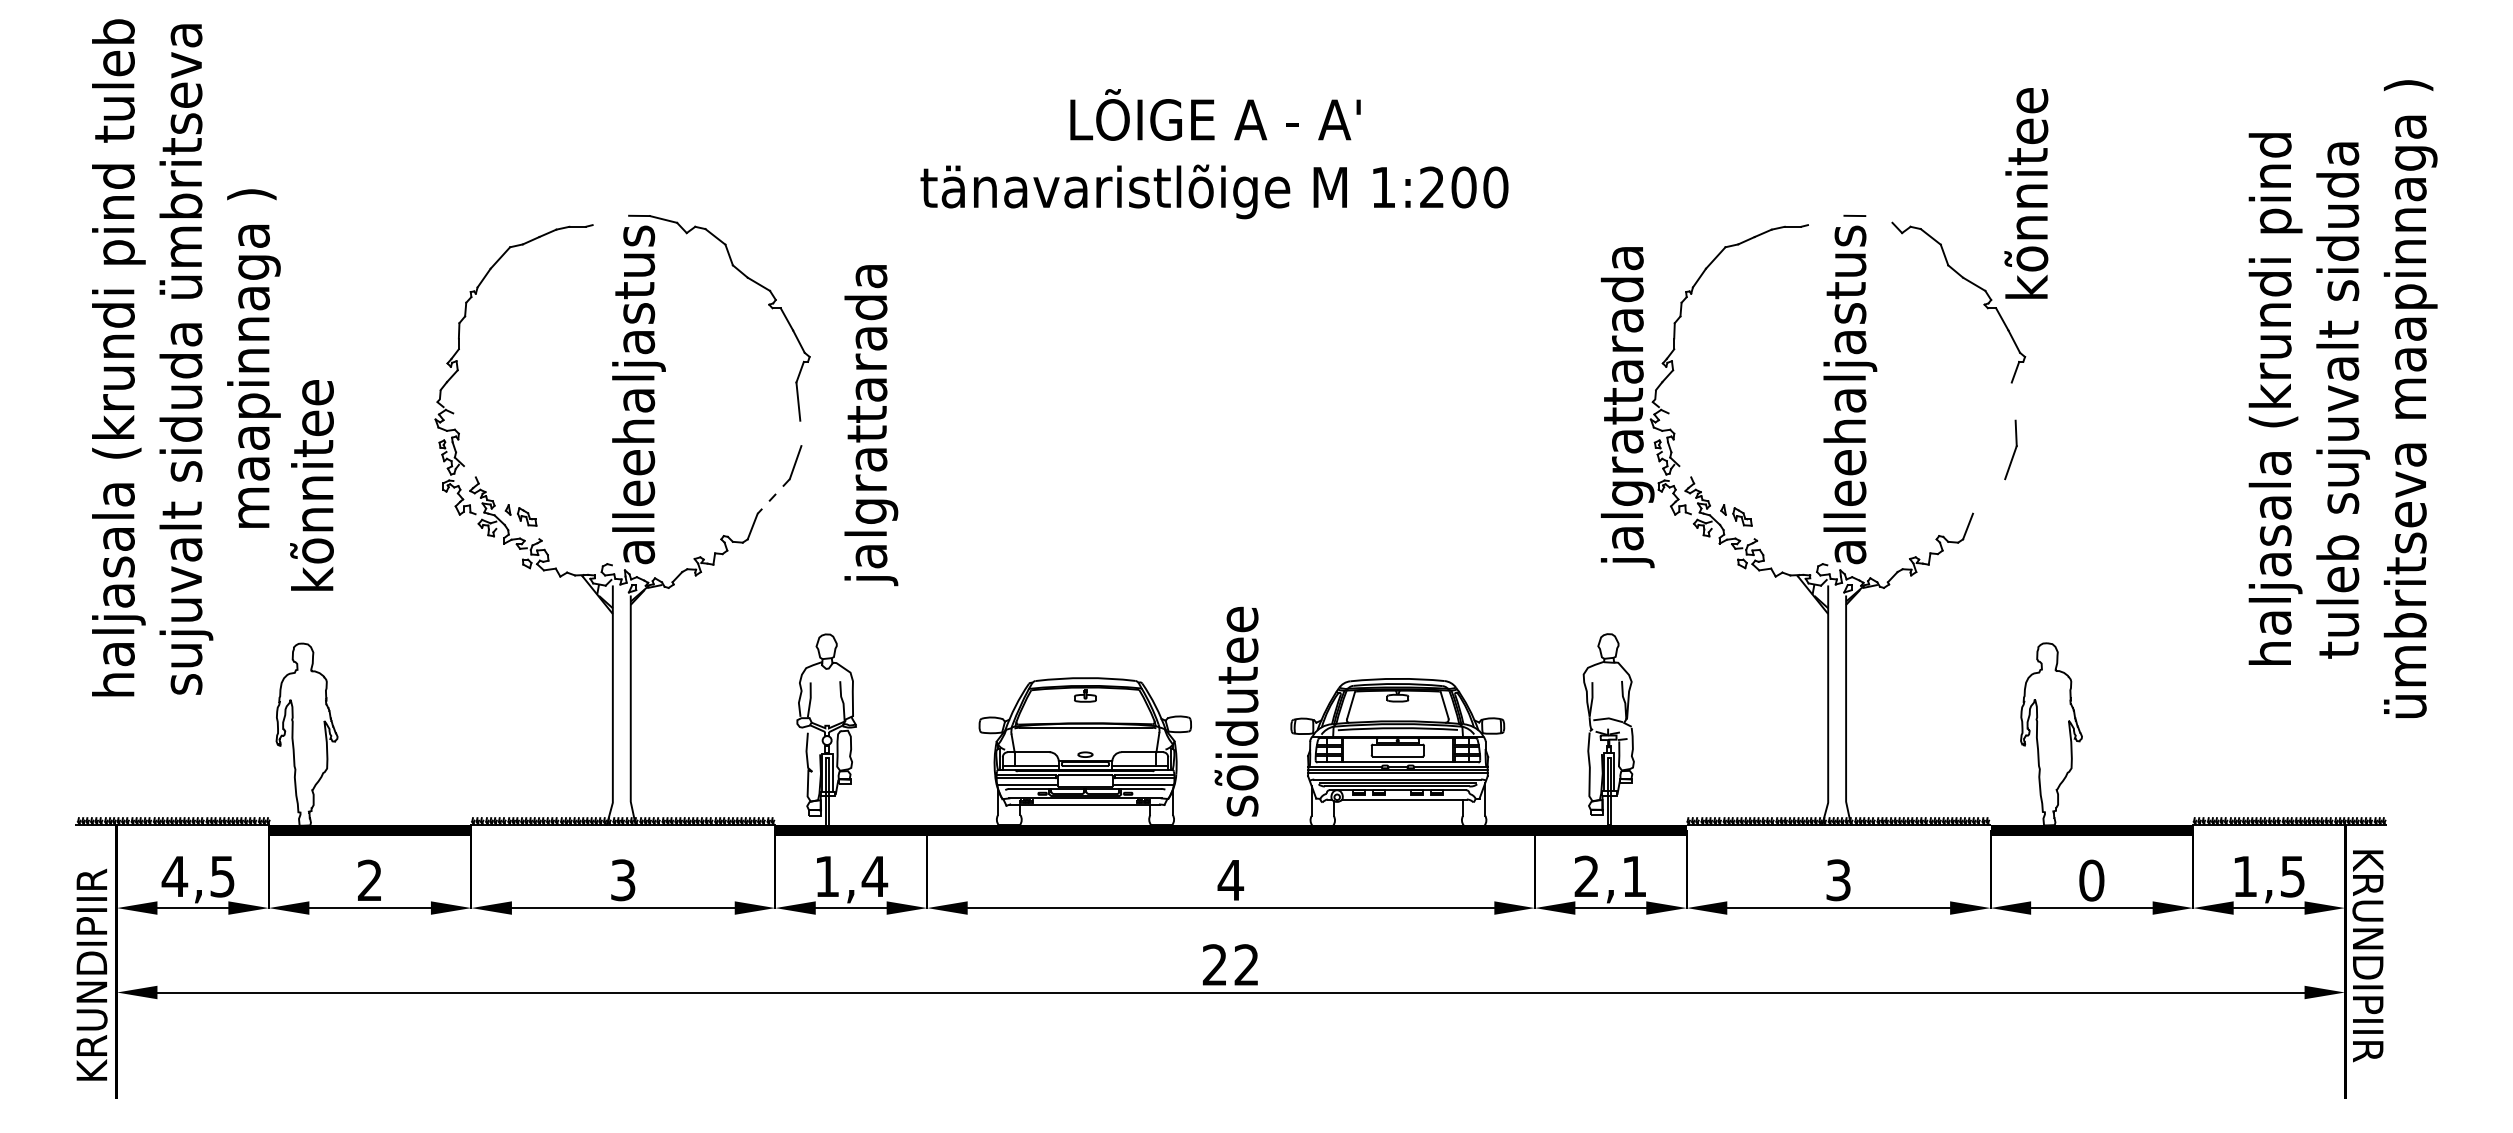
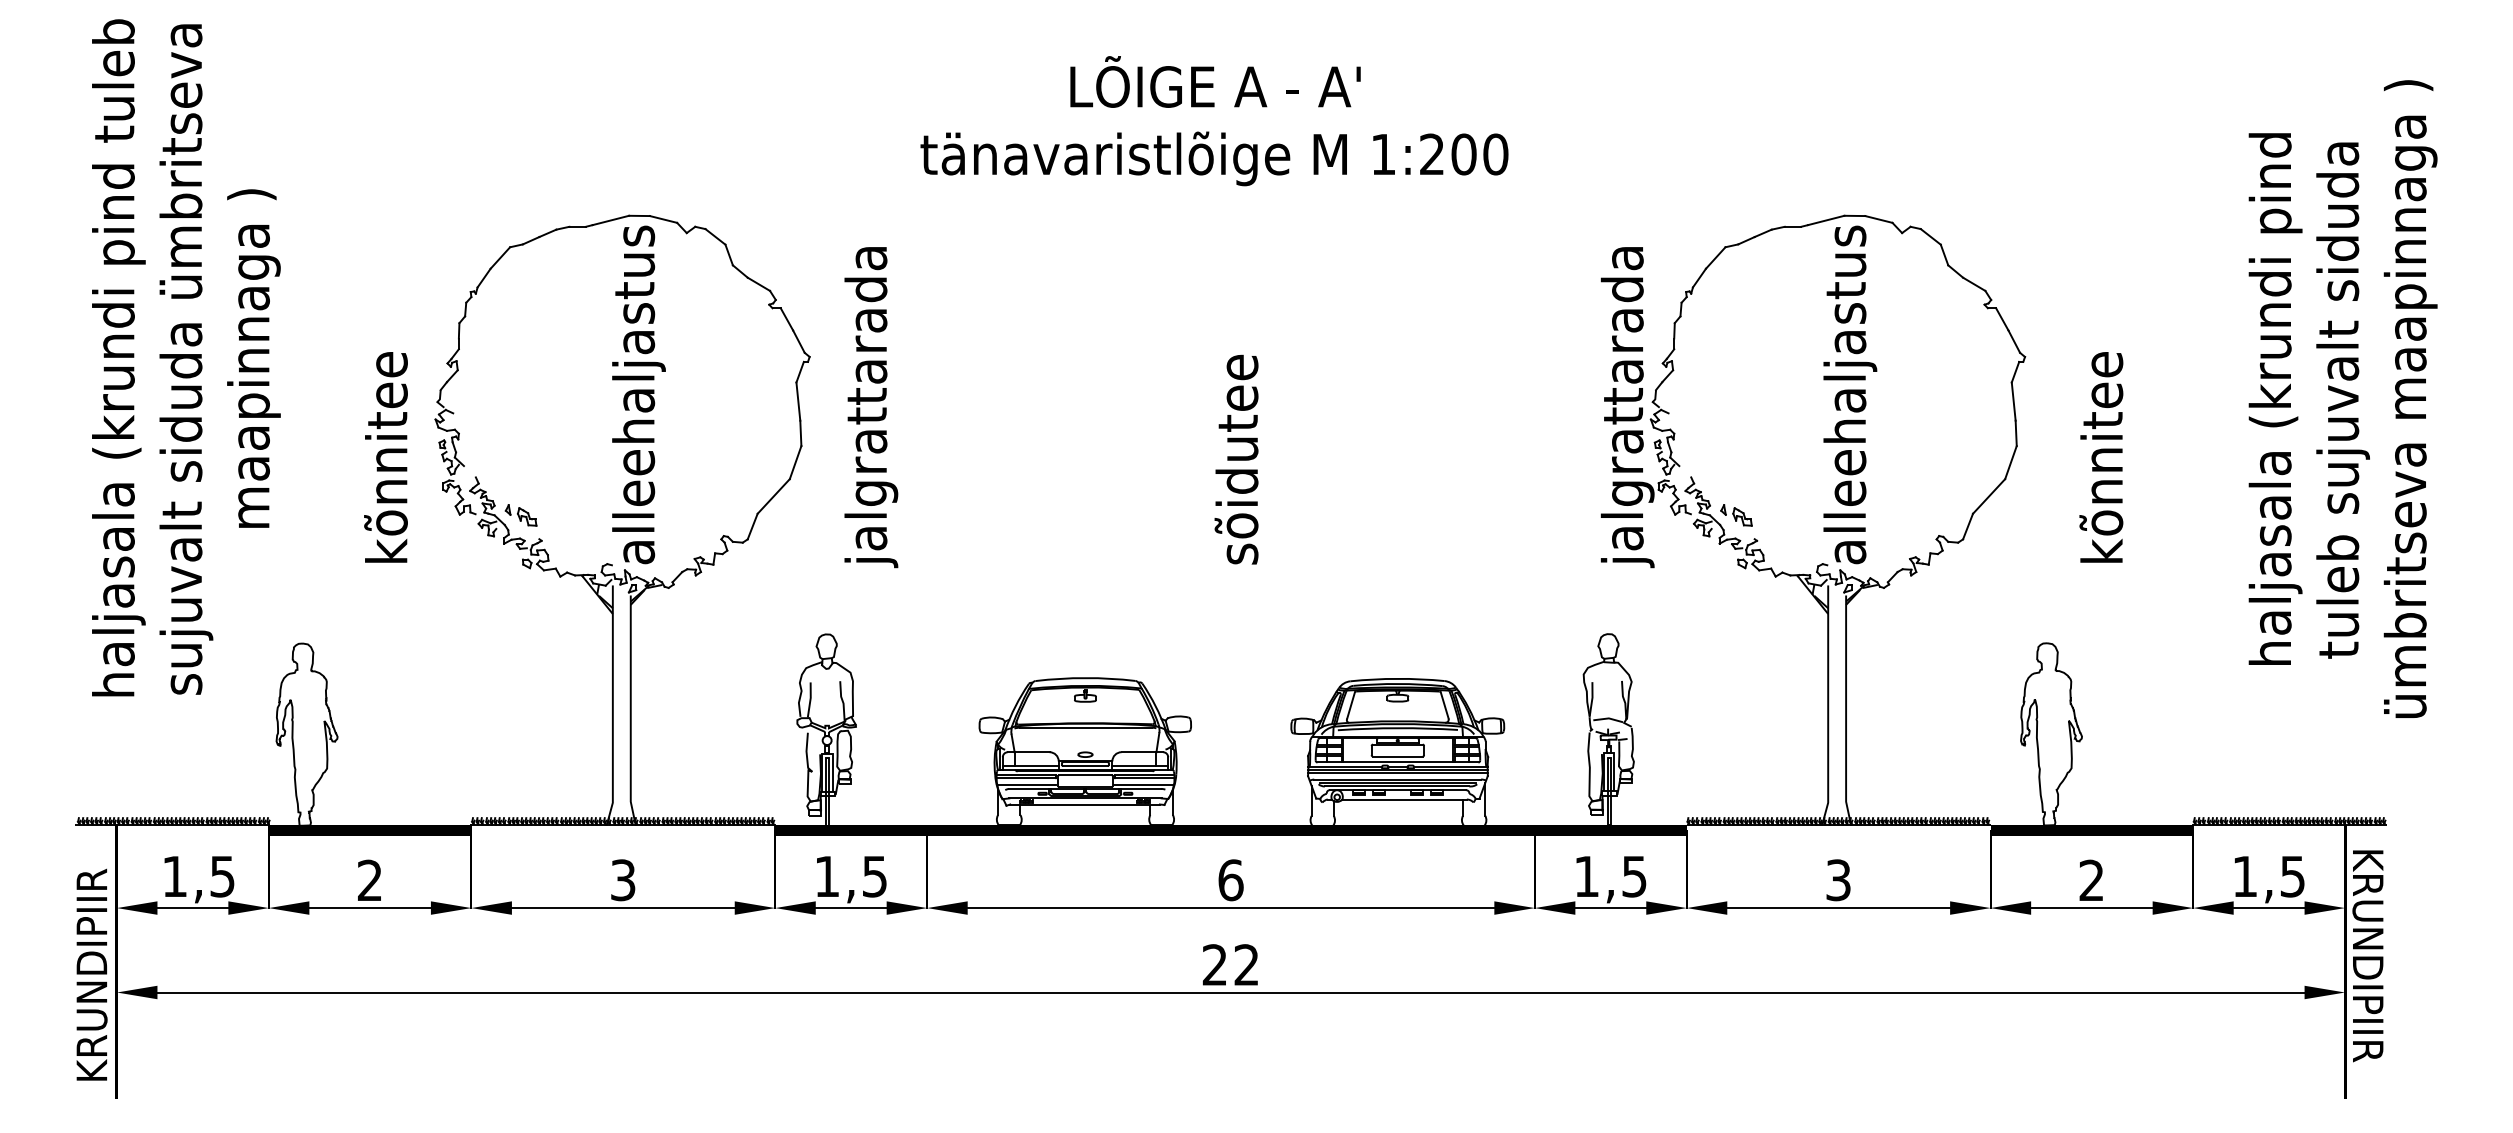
text at (1214, 154) position: (1214, 154) -> (1214, 121)
text at (2026, 193) position: (2026, 193) -> (2101, 457)
line at (1878, 219): none -> present
line at (610, 220): none -> present
line at (1826, 220): none -> present
line at (2013, 401): none -> present
text at (871, 425) position: (871, 425) -> (871, 407)
line at (800, 433): none -> present
text at (311, 485) position: (311, 485) -> (385, 457)
line at (773, 496): dashed -> solid
line at (1989, 496): none -> present
text at (1236, 711) position: (1236, 711) -> (1236, 459)
text at (174, 876): 4,5 -> 1,5
text at (874, 876): 1,4 -> 1,5
text at (1610, 876): 2,1 -> 1,5
text at (1230, 880): 4 -> 6
text at (2091, 880): 0 -> 2
